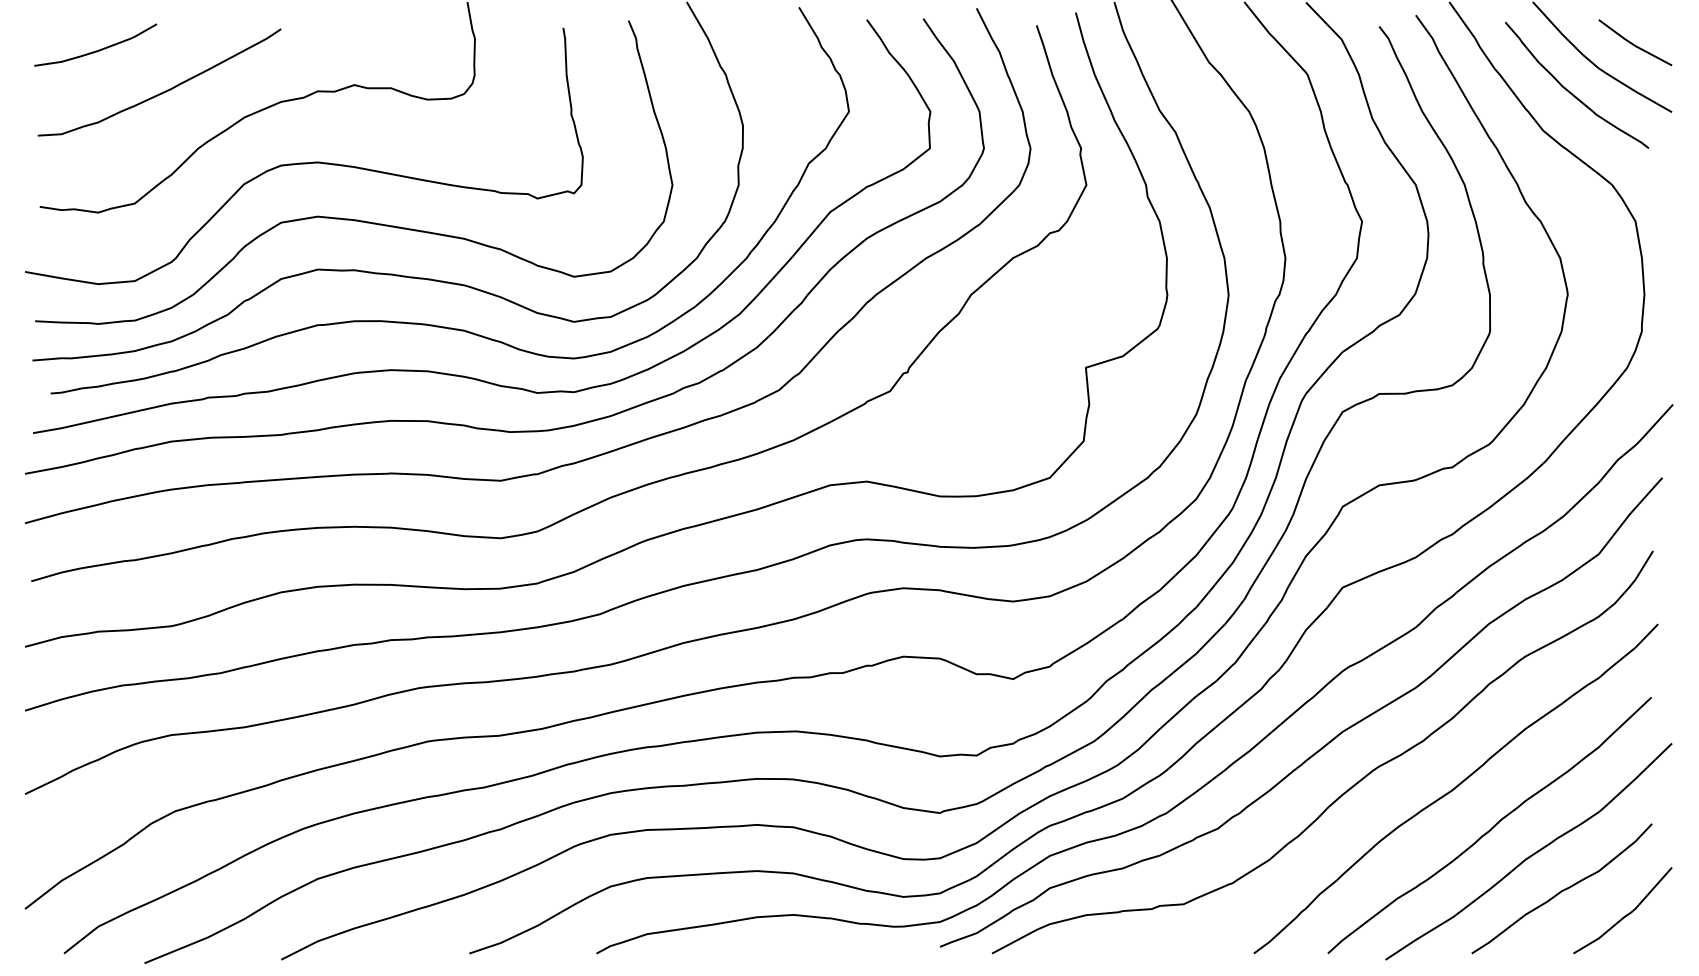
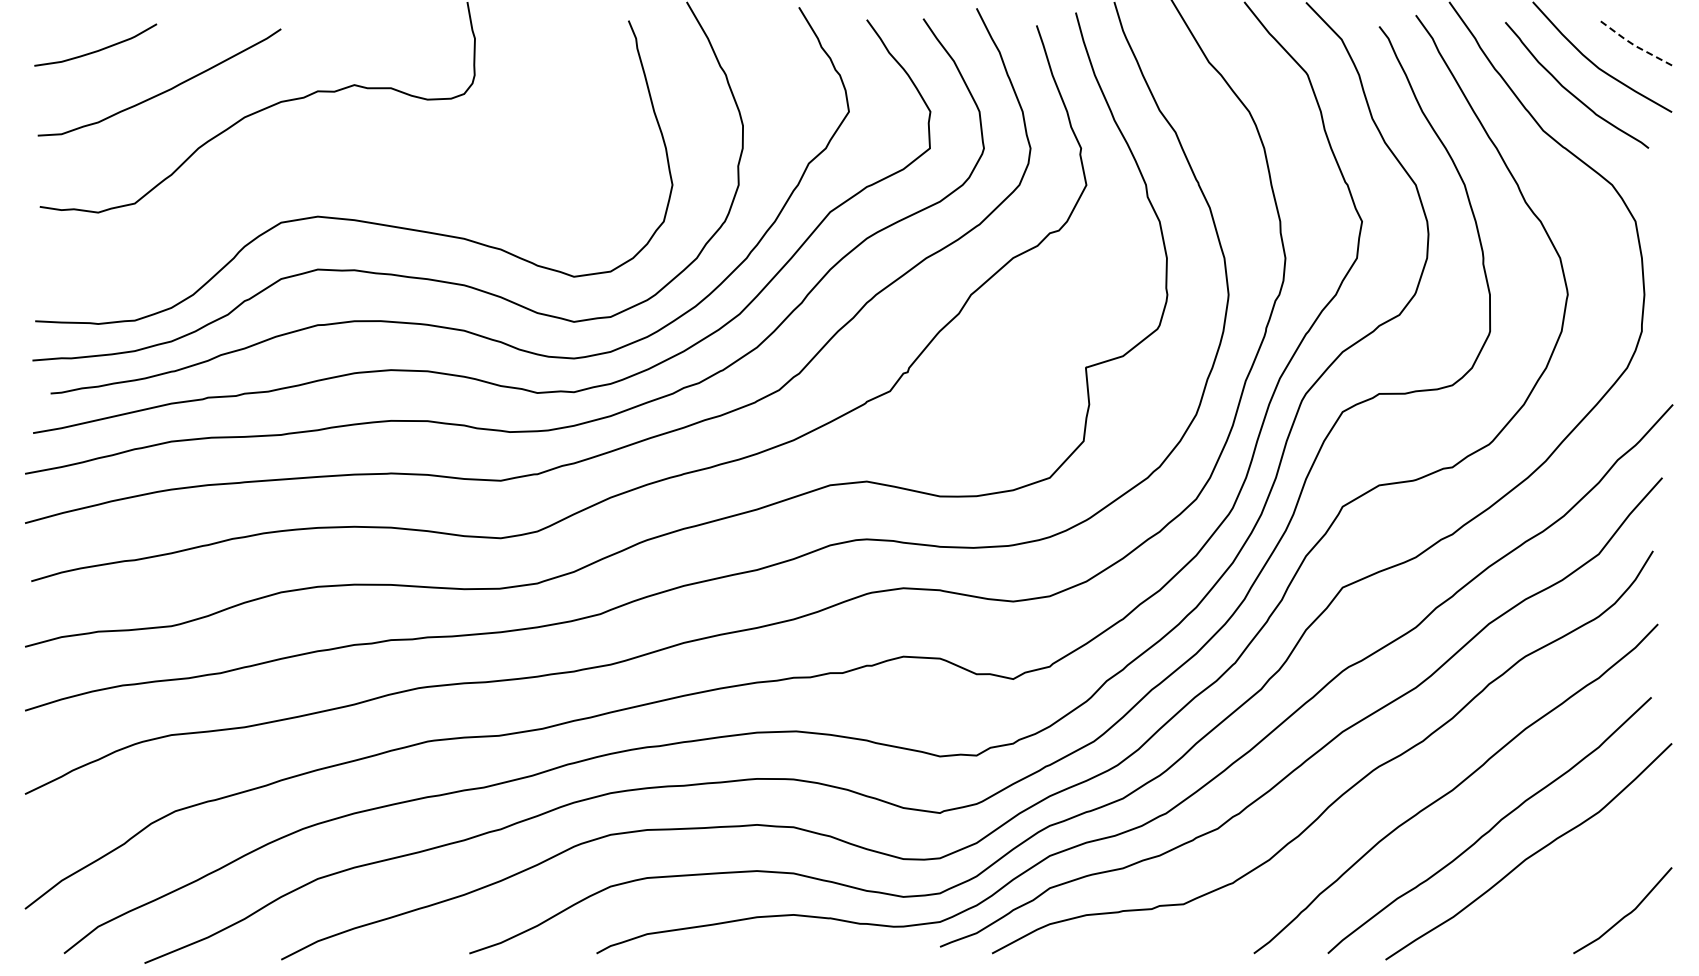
line at (1633, 45): solid -> dashed
curve at (304, 162): present -> none
curve at (1562, 889): present -> none
